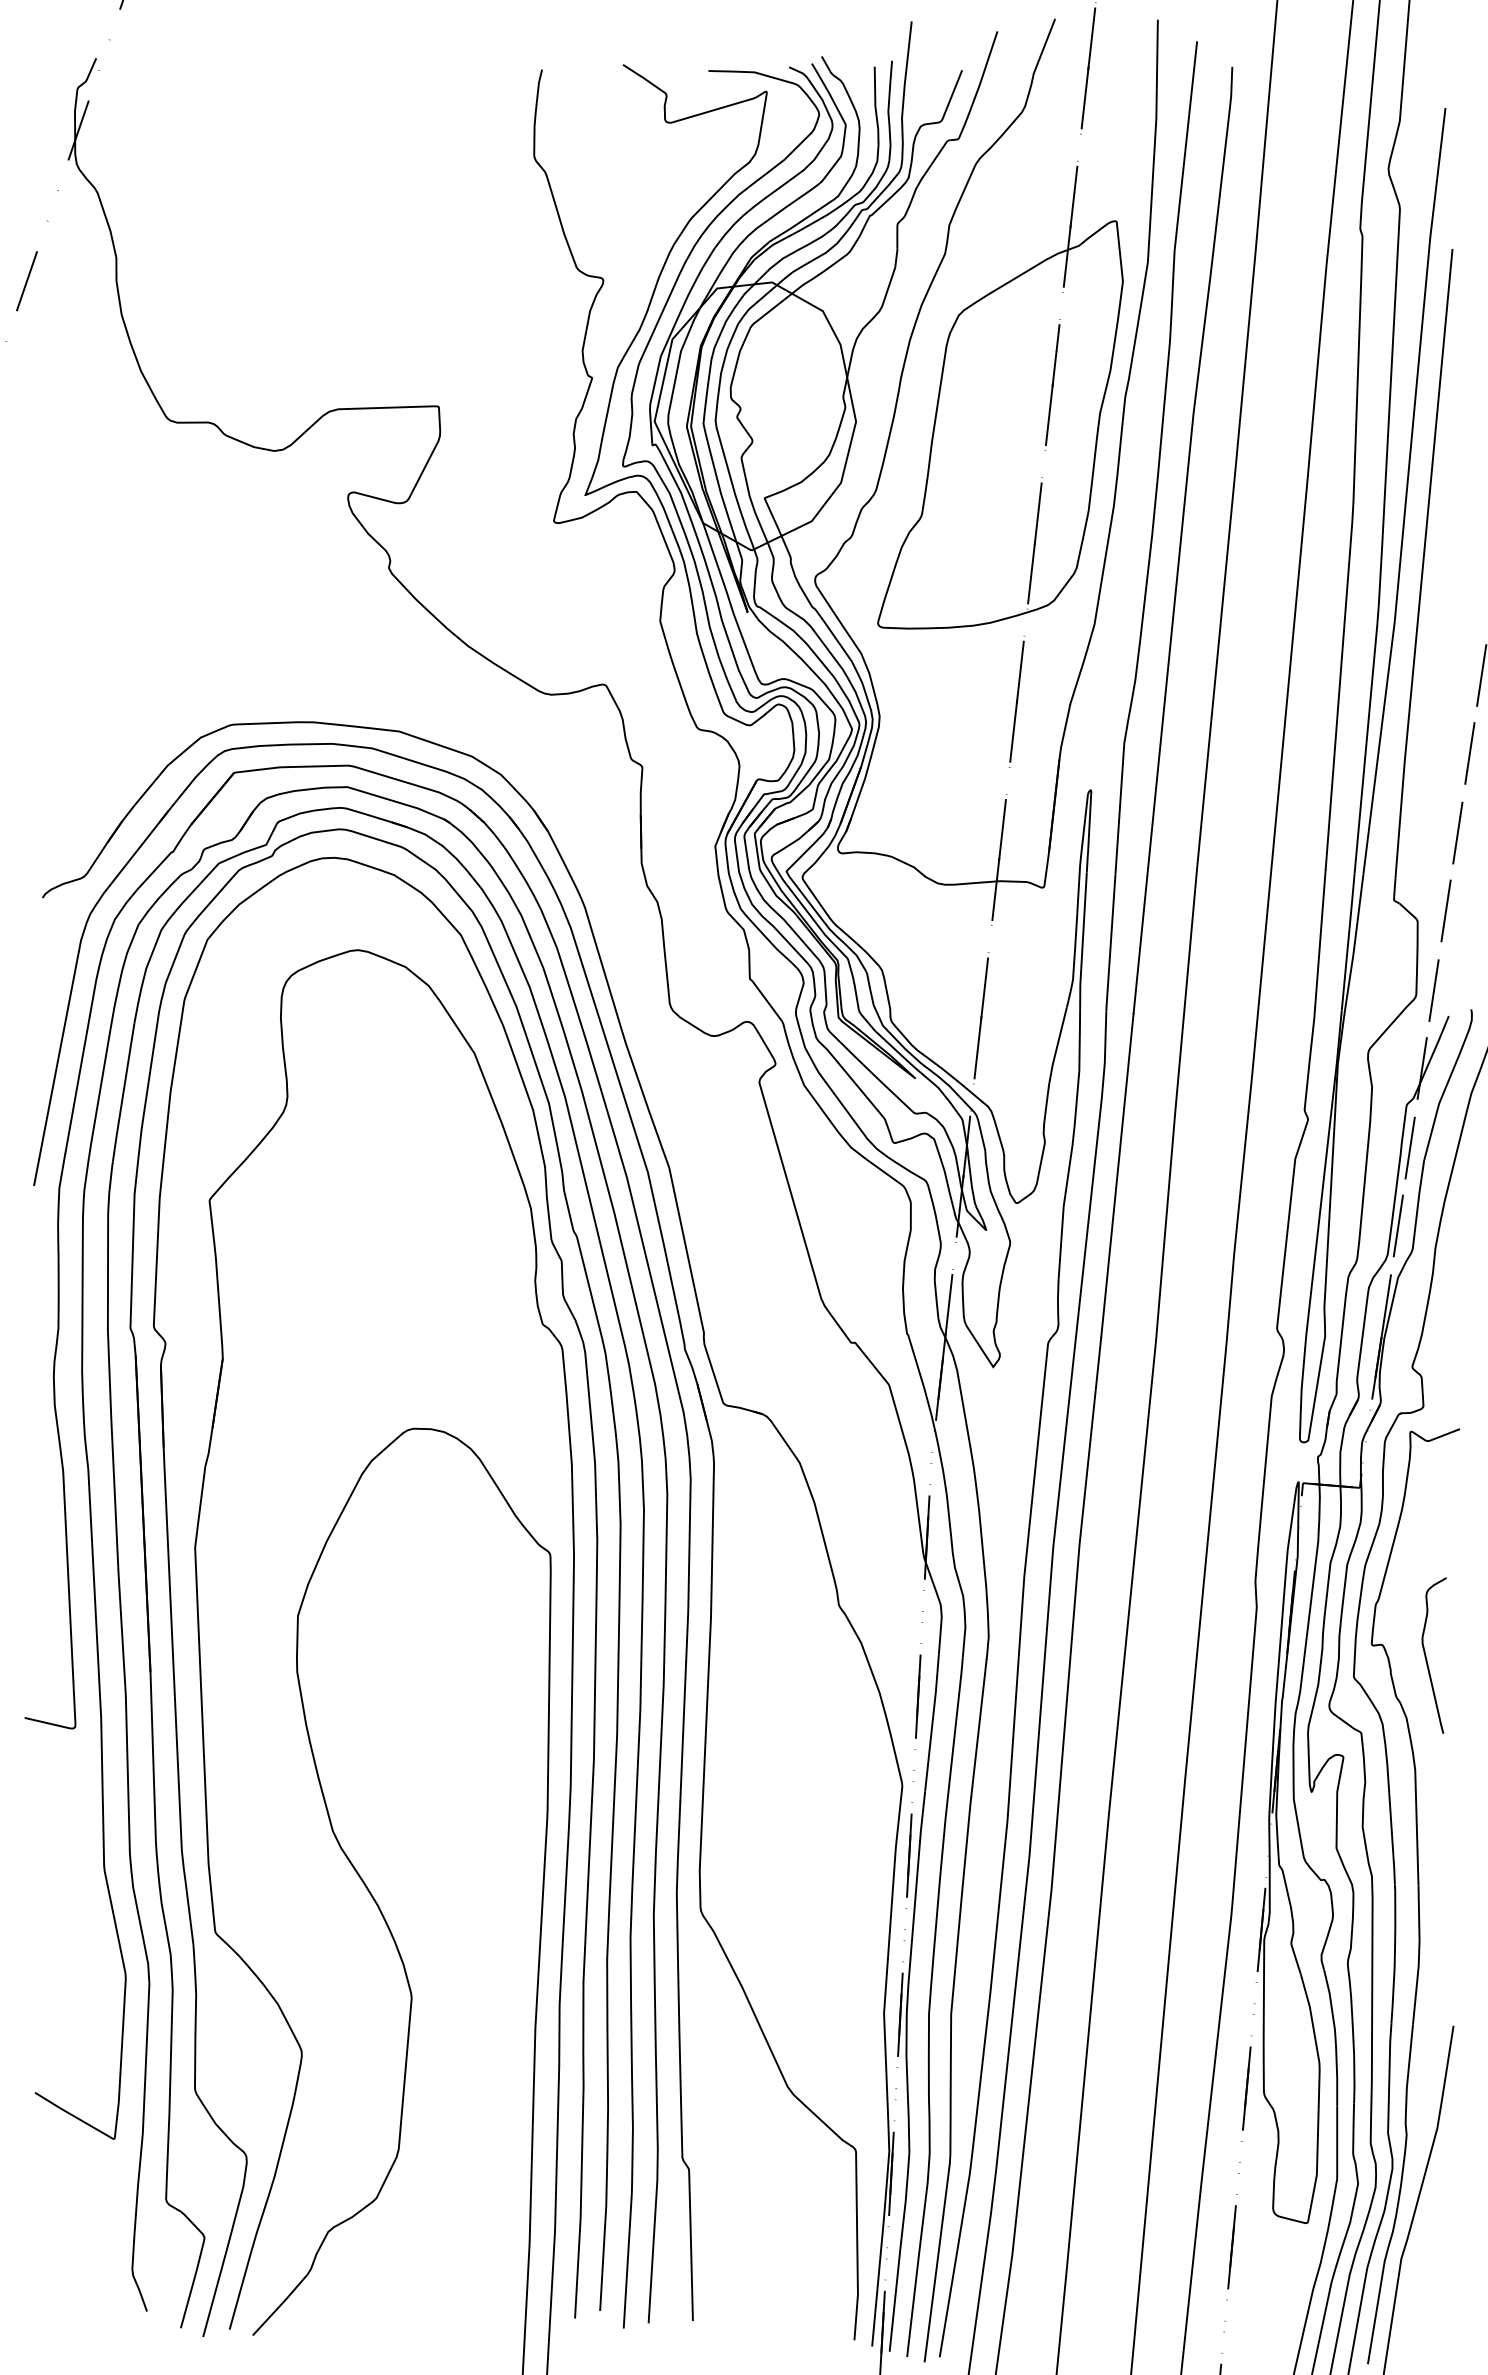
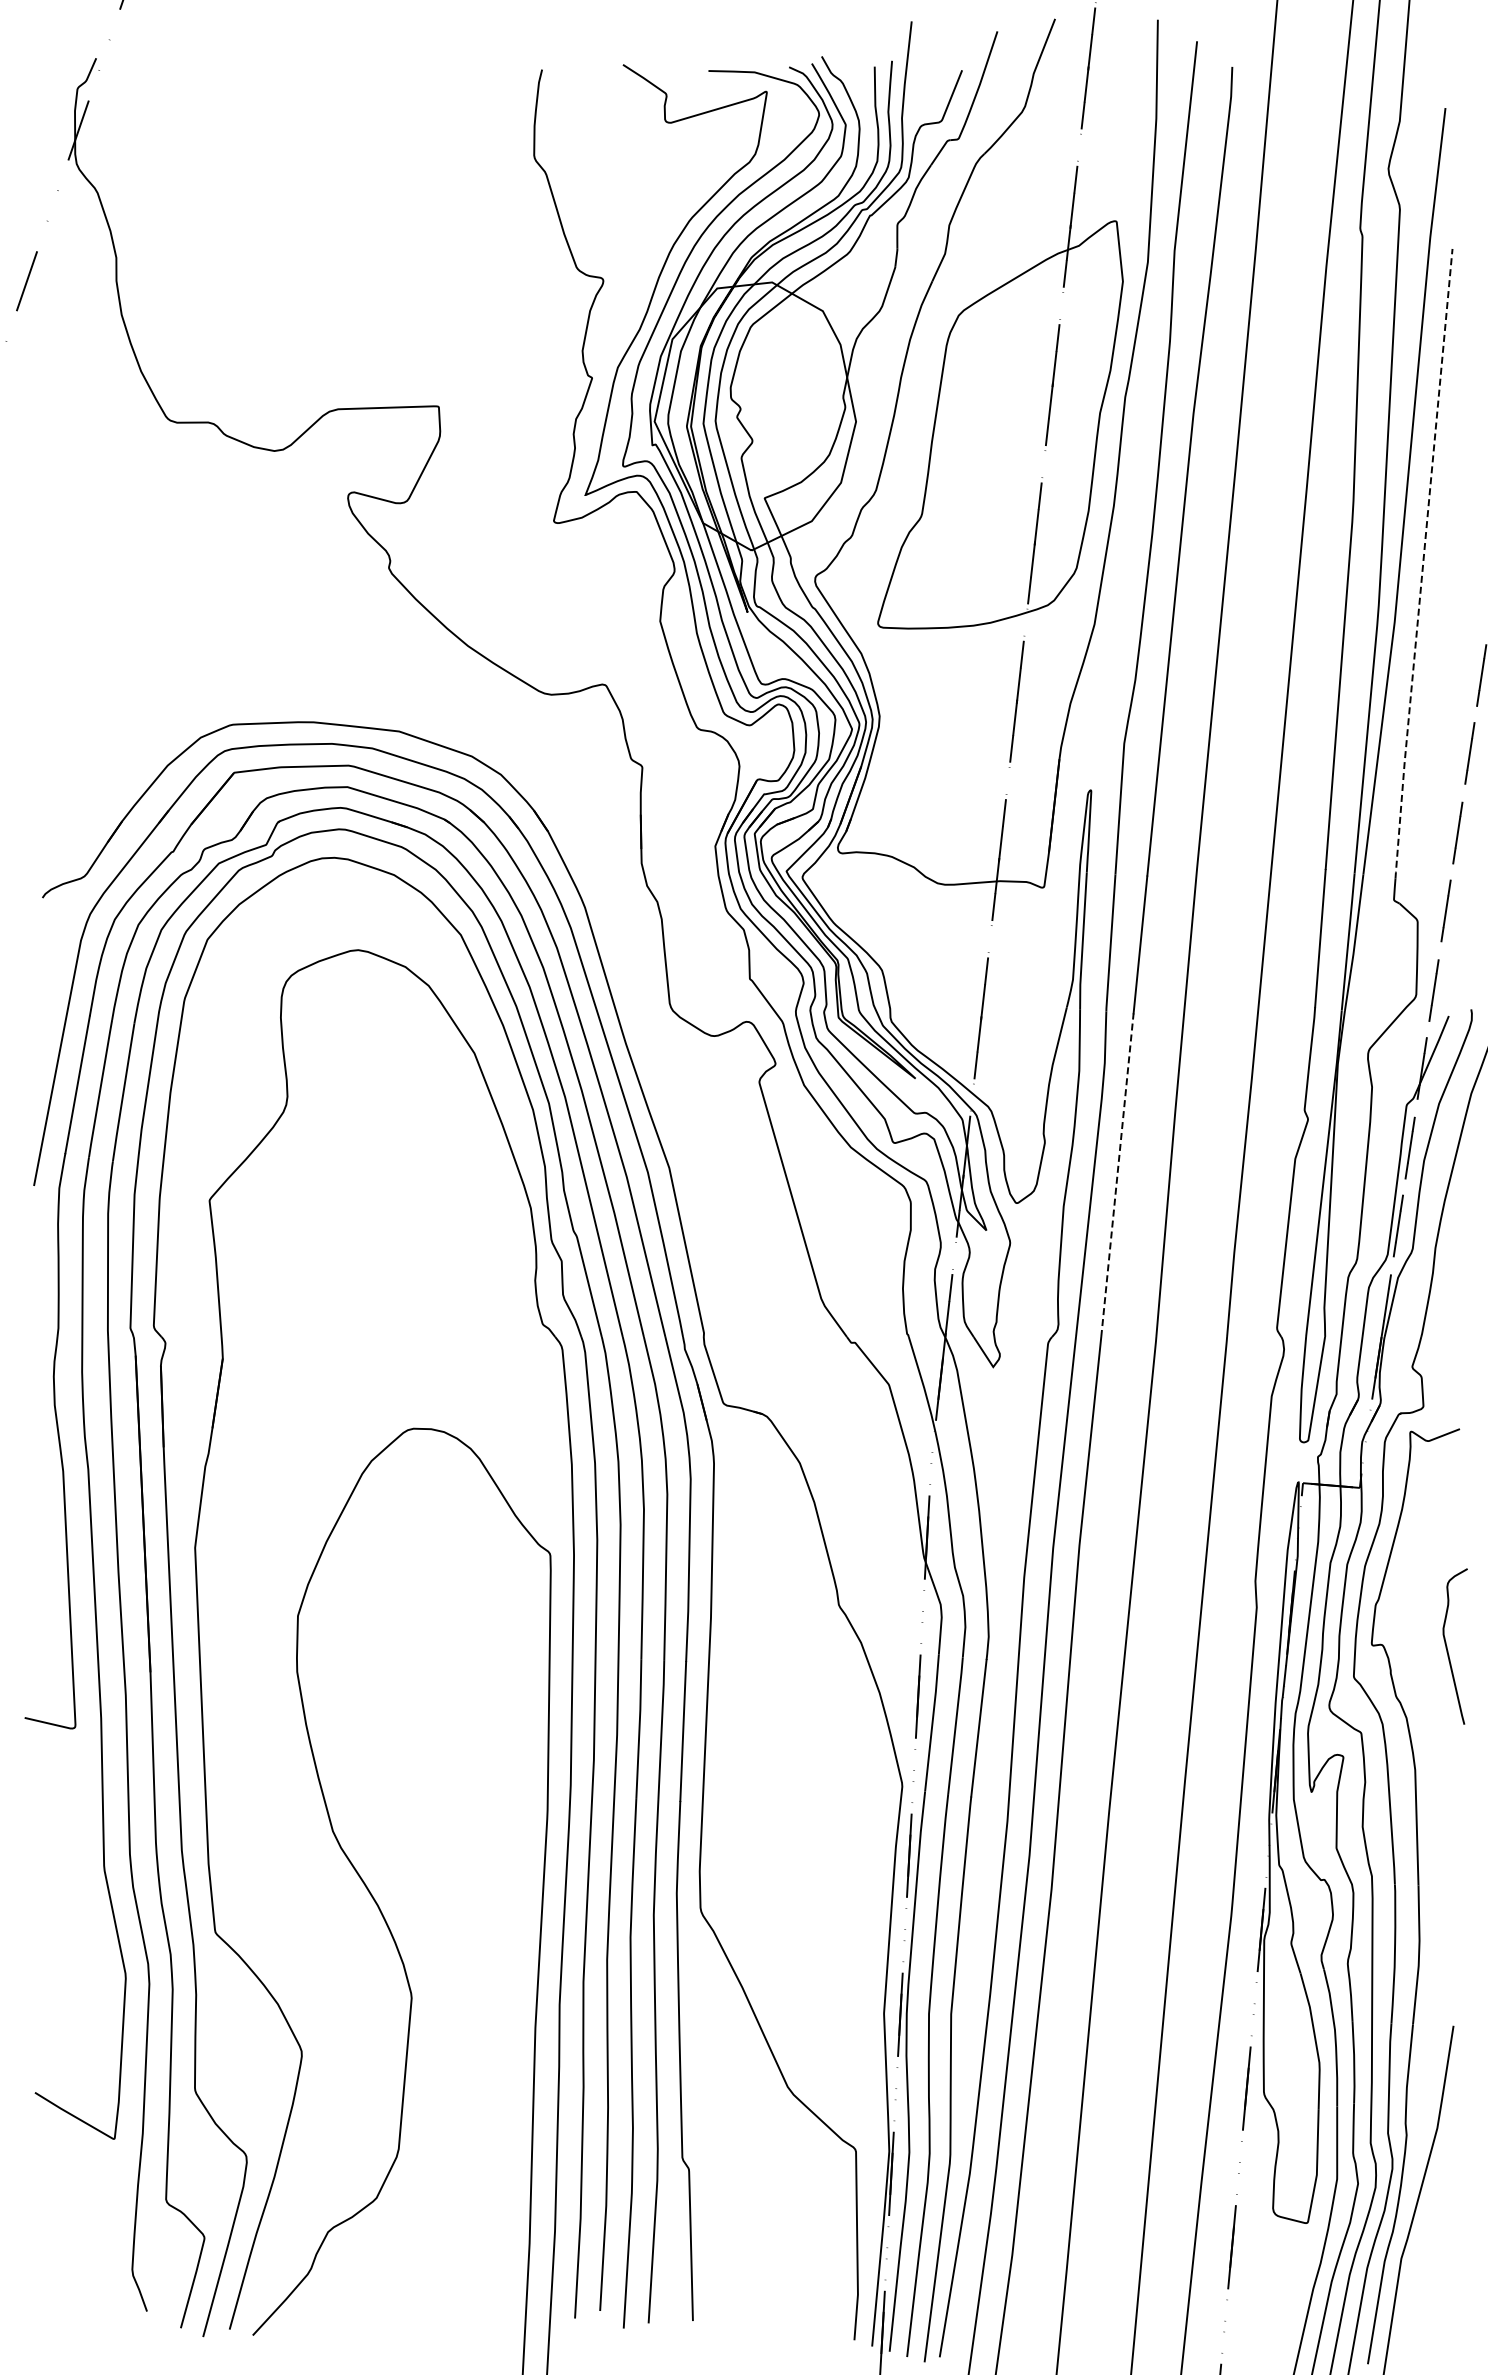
line at (1423, 565): solid -> dashed
line at (1117, 1175): solid -> dashed
curve at (1426, 1655) position: (1426, 1655) -> (1447, 1646)
